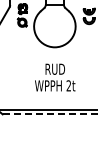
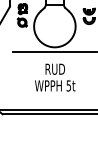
line at (53, 51): none -> present
text at (68, 85): 2t -> 5t
line at (50, 114): dashed -> solid
